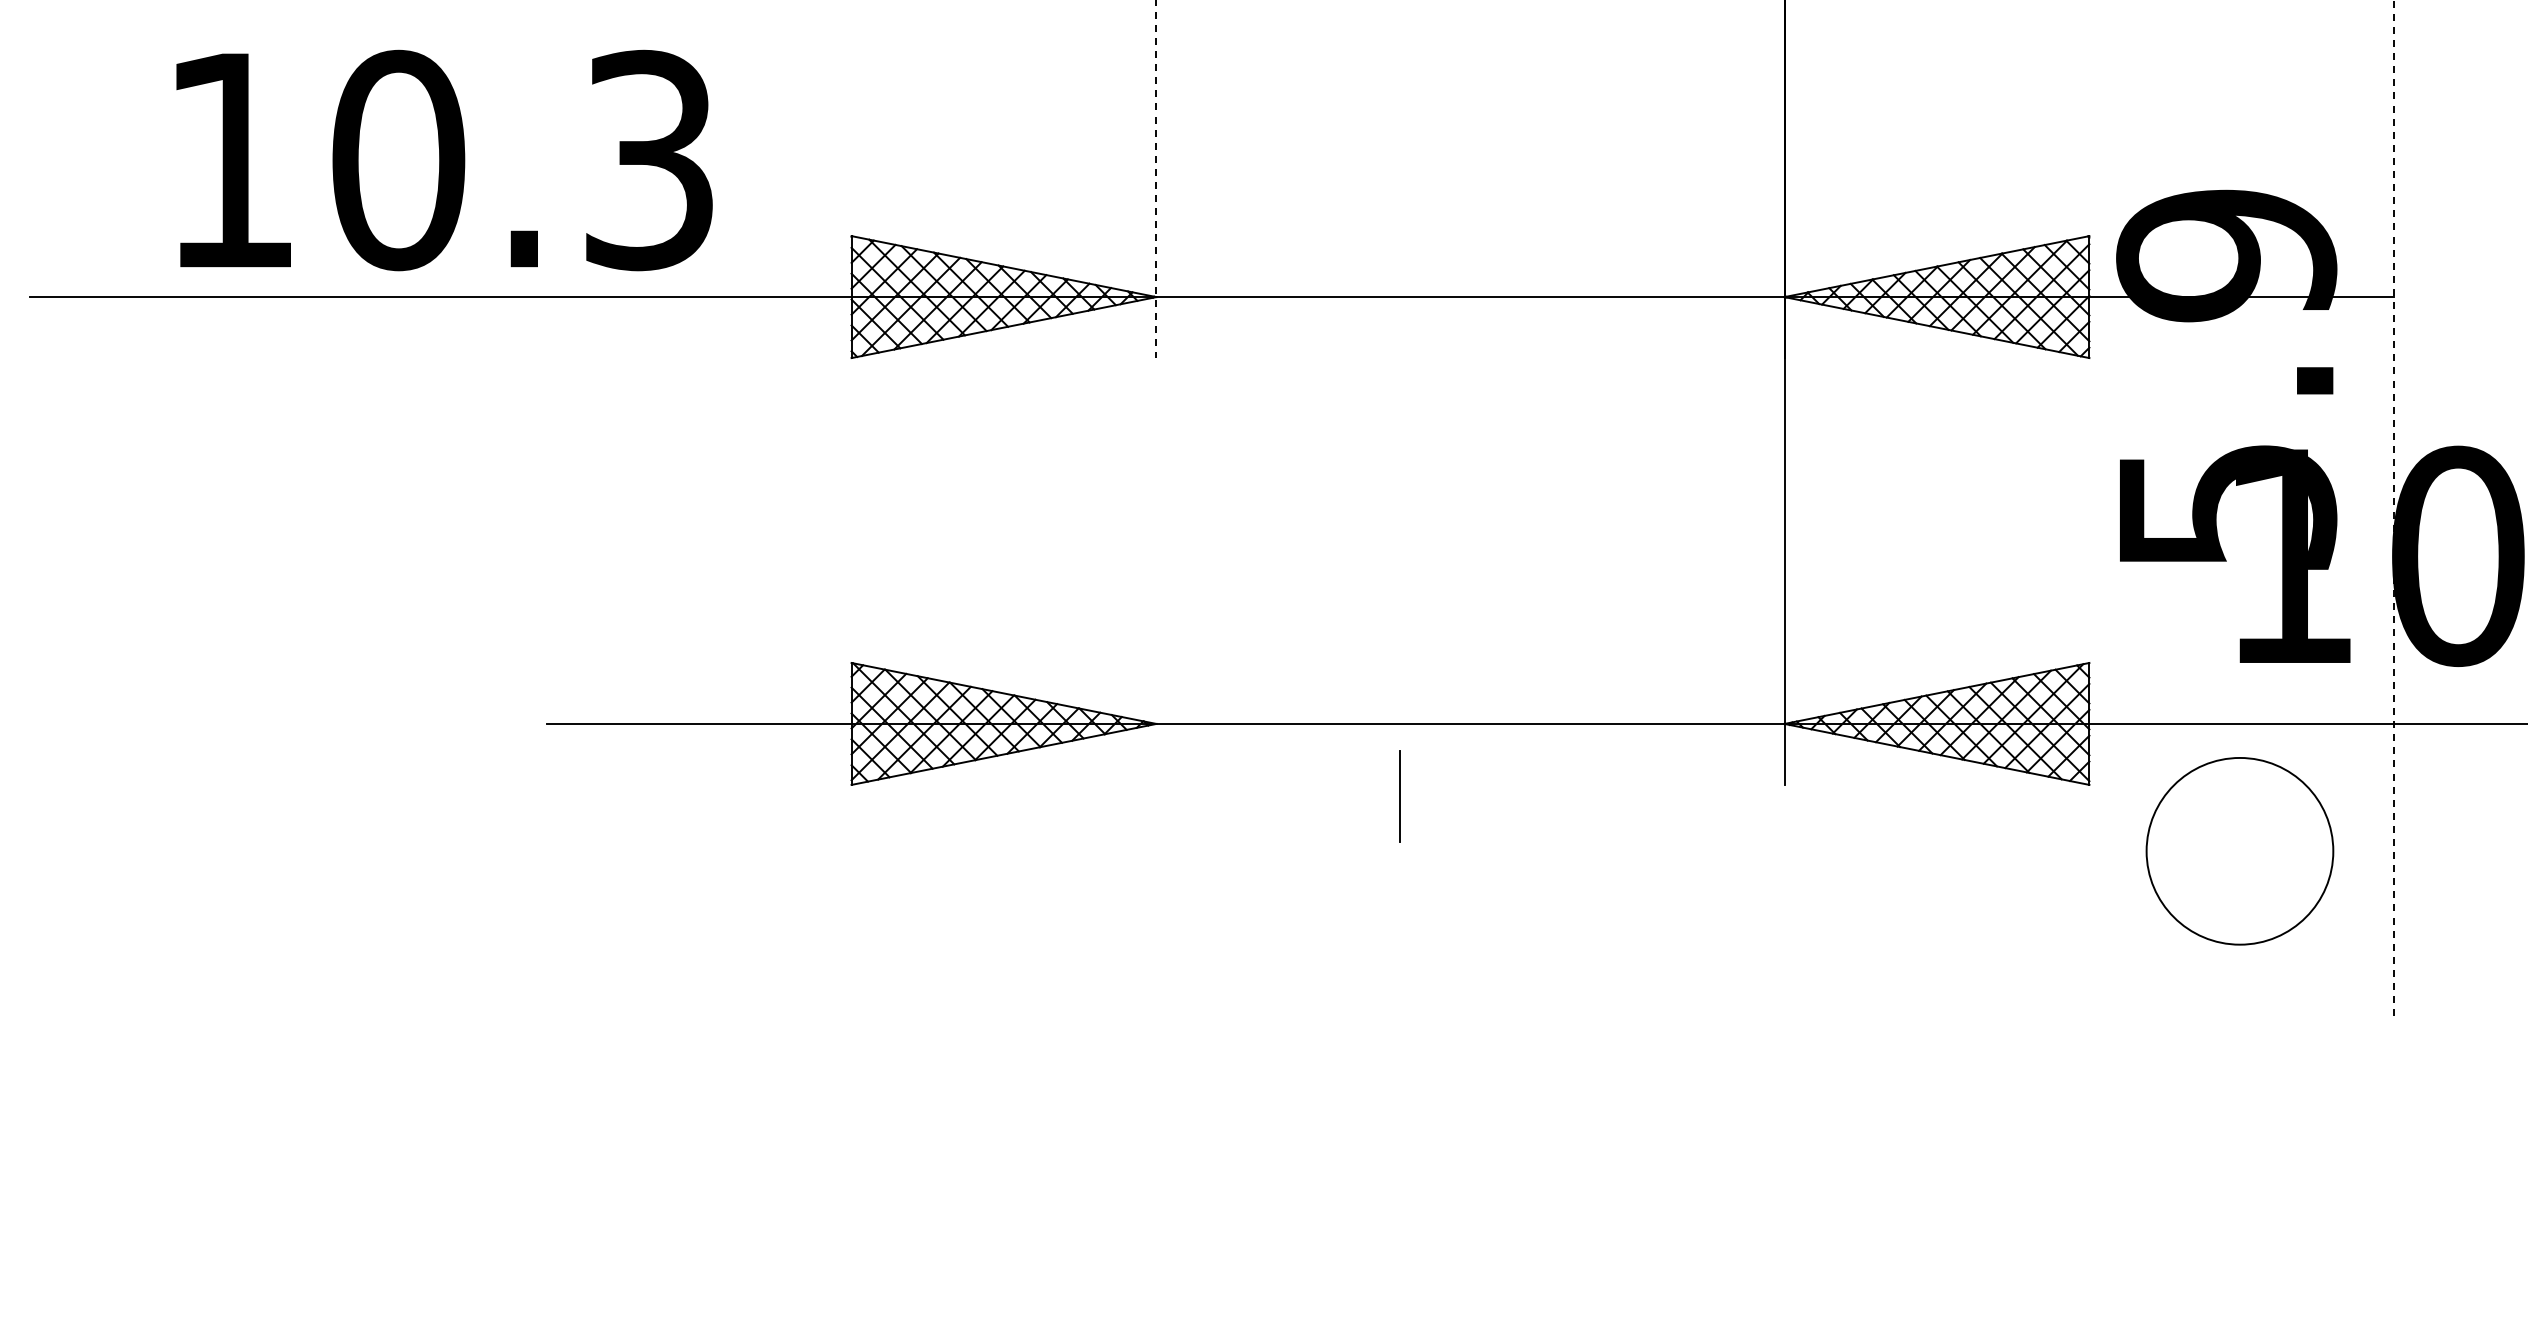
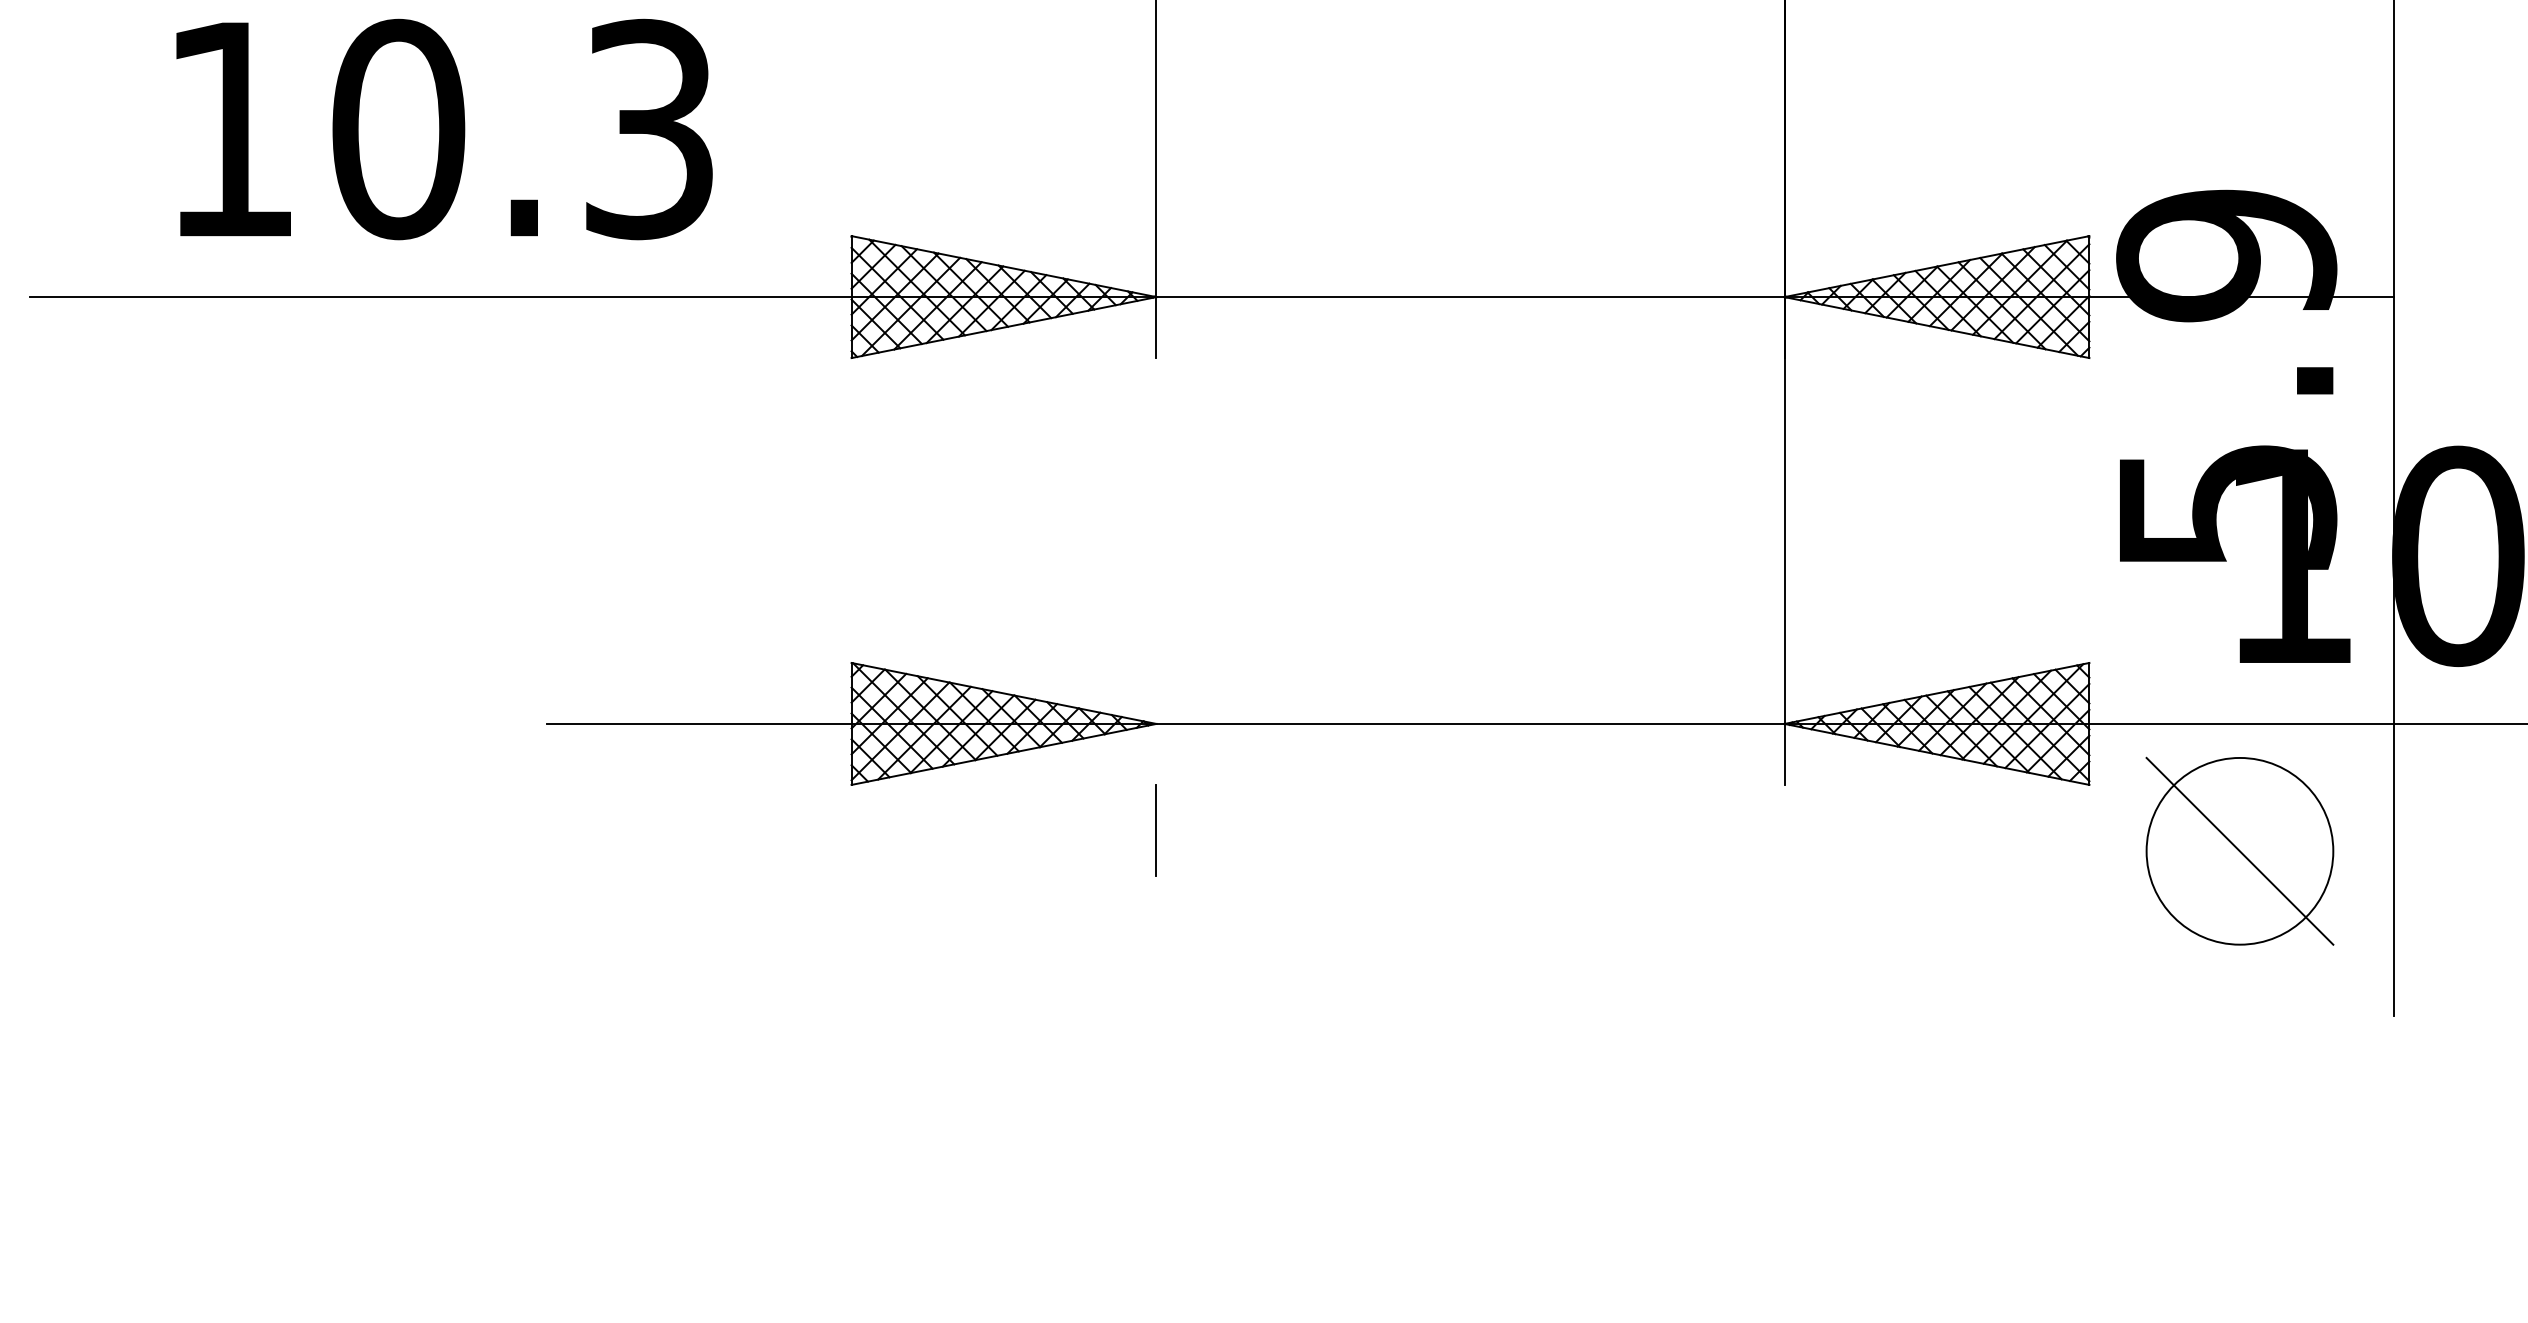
text at (444, 160) position: (444, 160) -> (444, 129)
line at (1156, 179): dashed -> solid
line at (2394, 508): dashed -> solid
line at (1399, 796) position: (1399, 796) -> (1155, 830)
line at (2239, 850): none -> present
